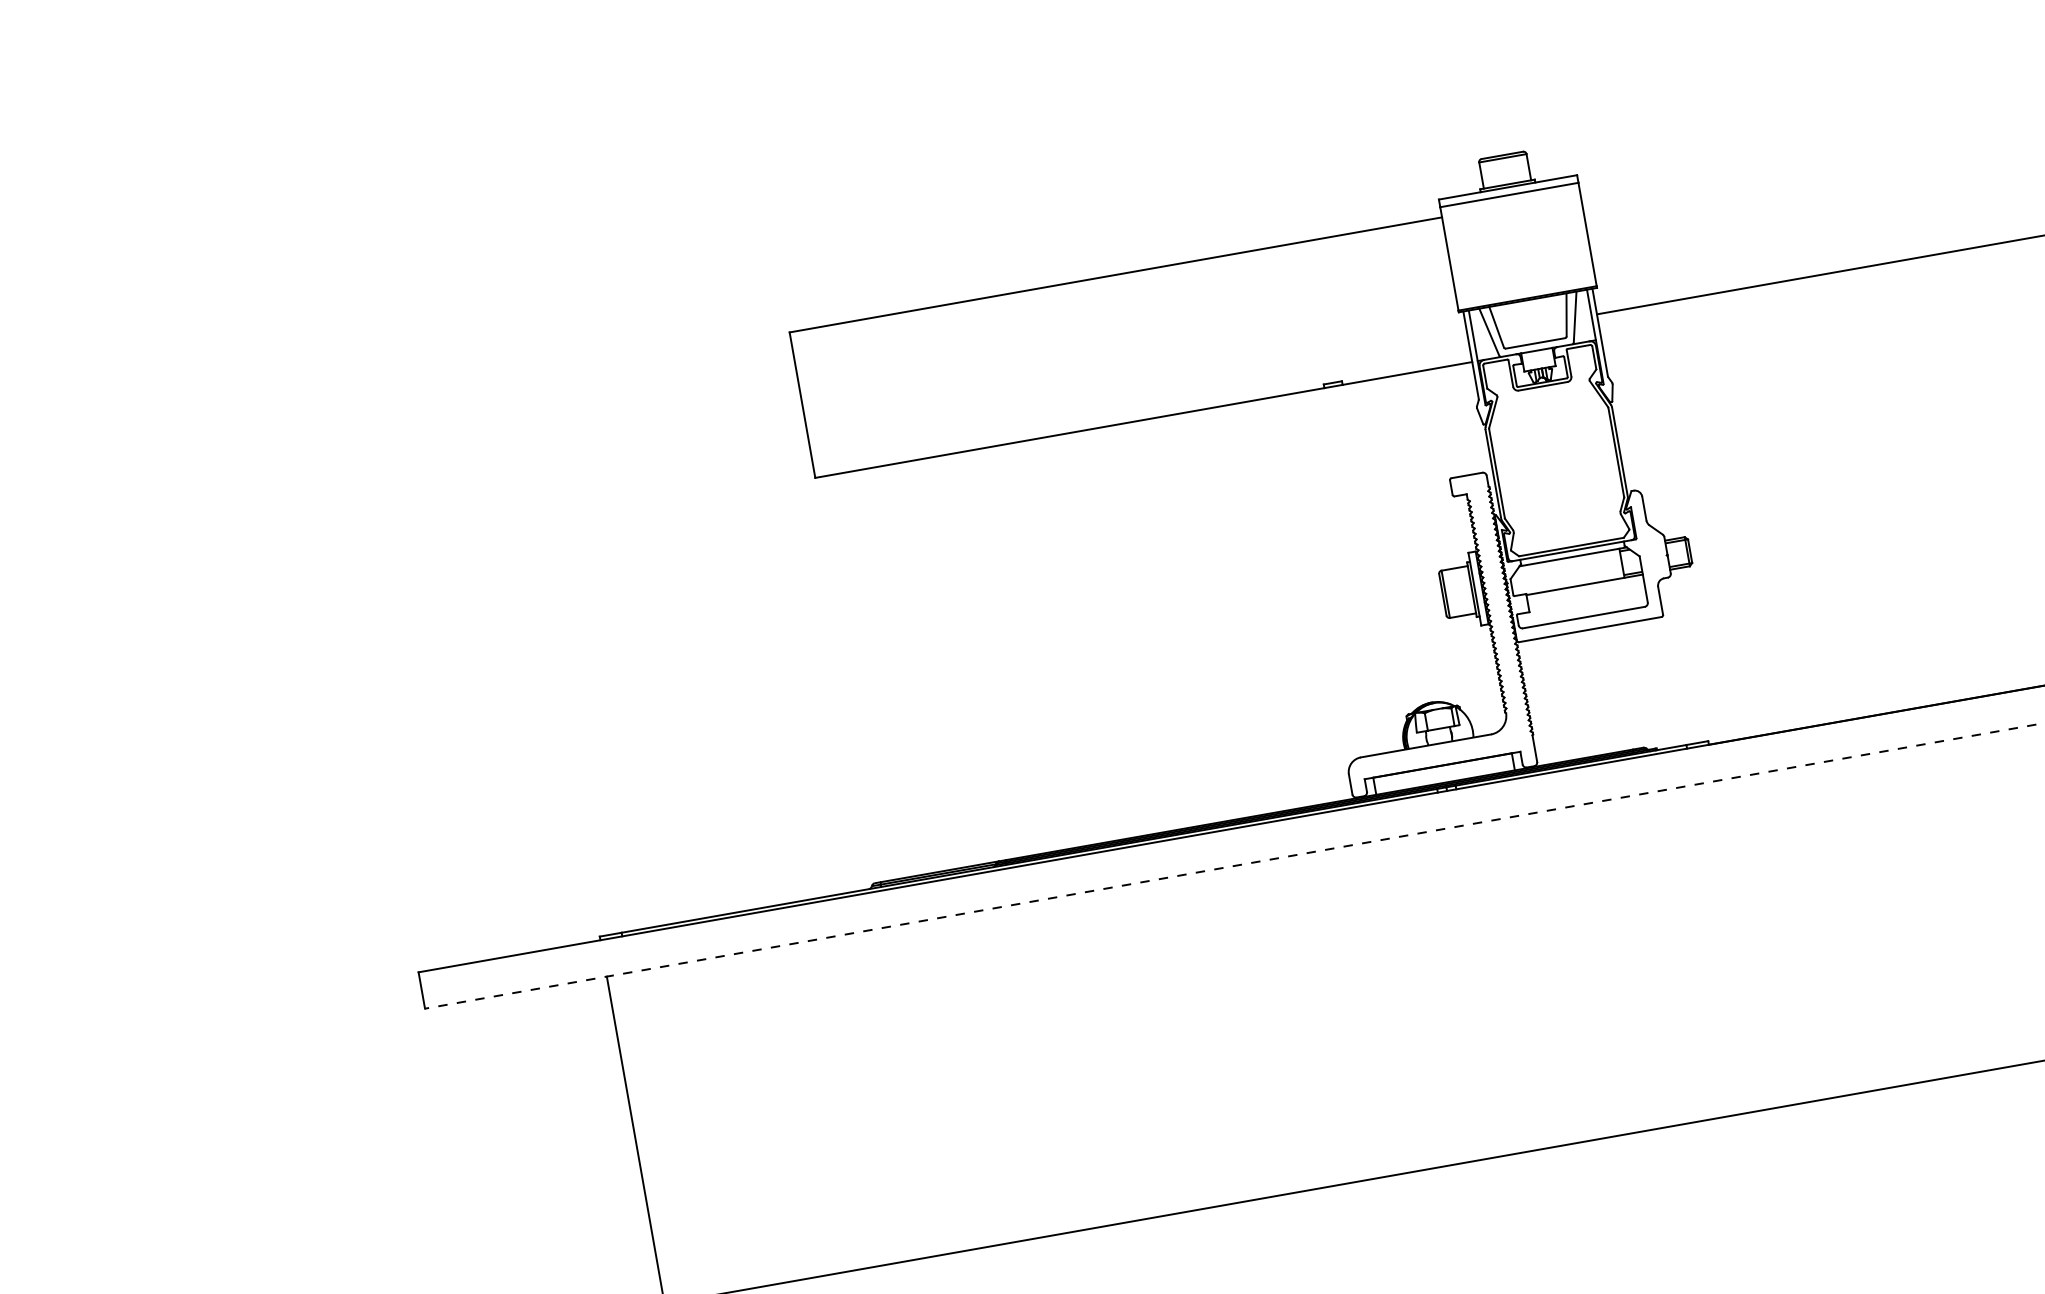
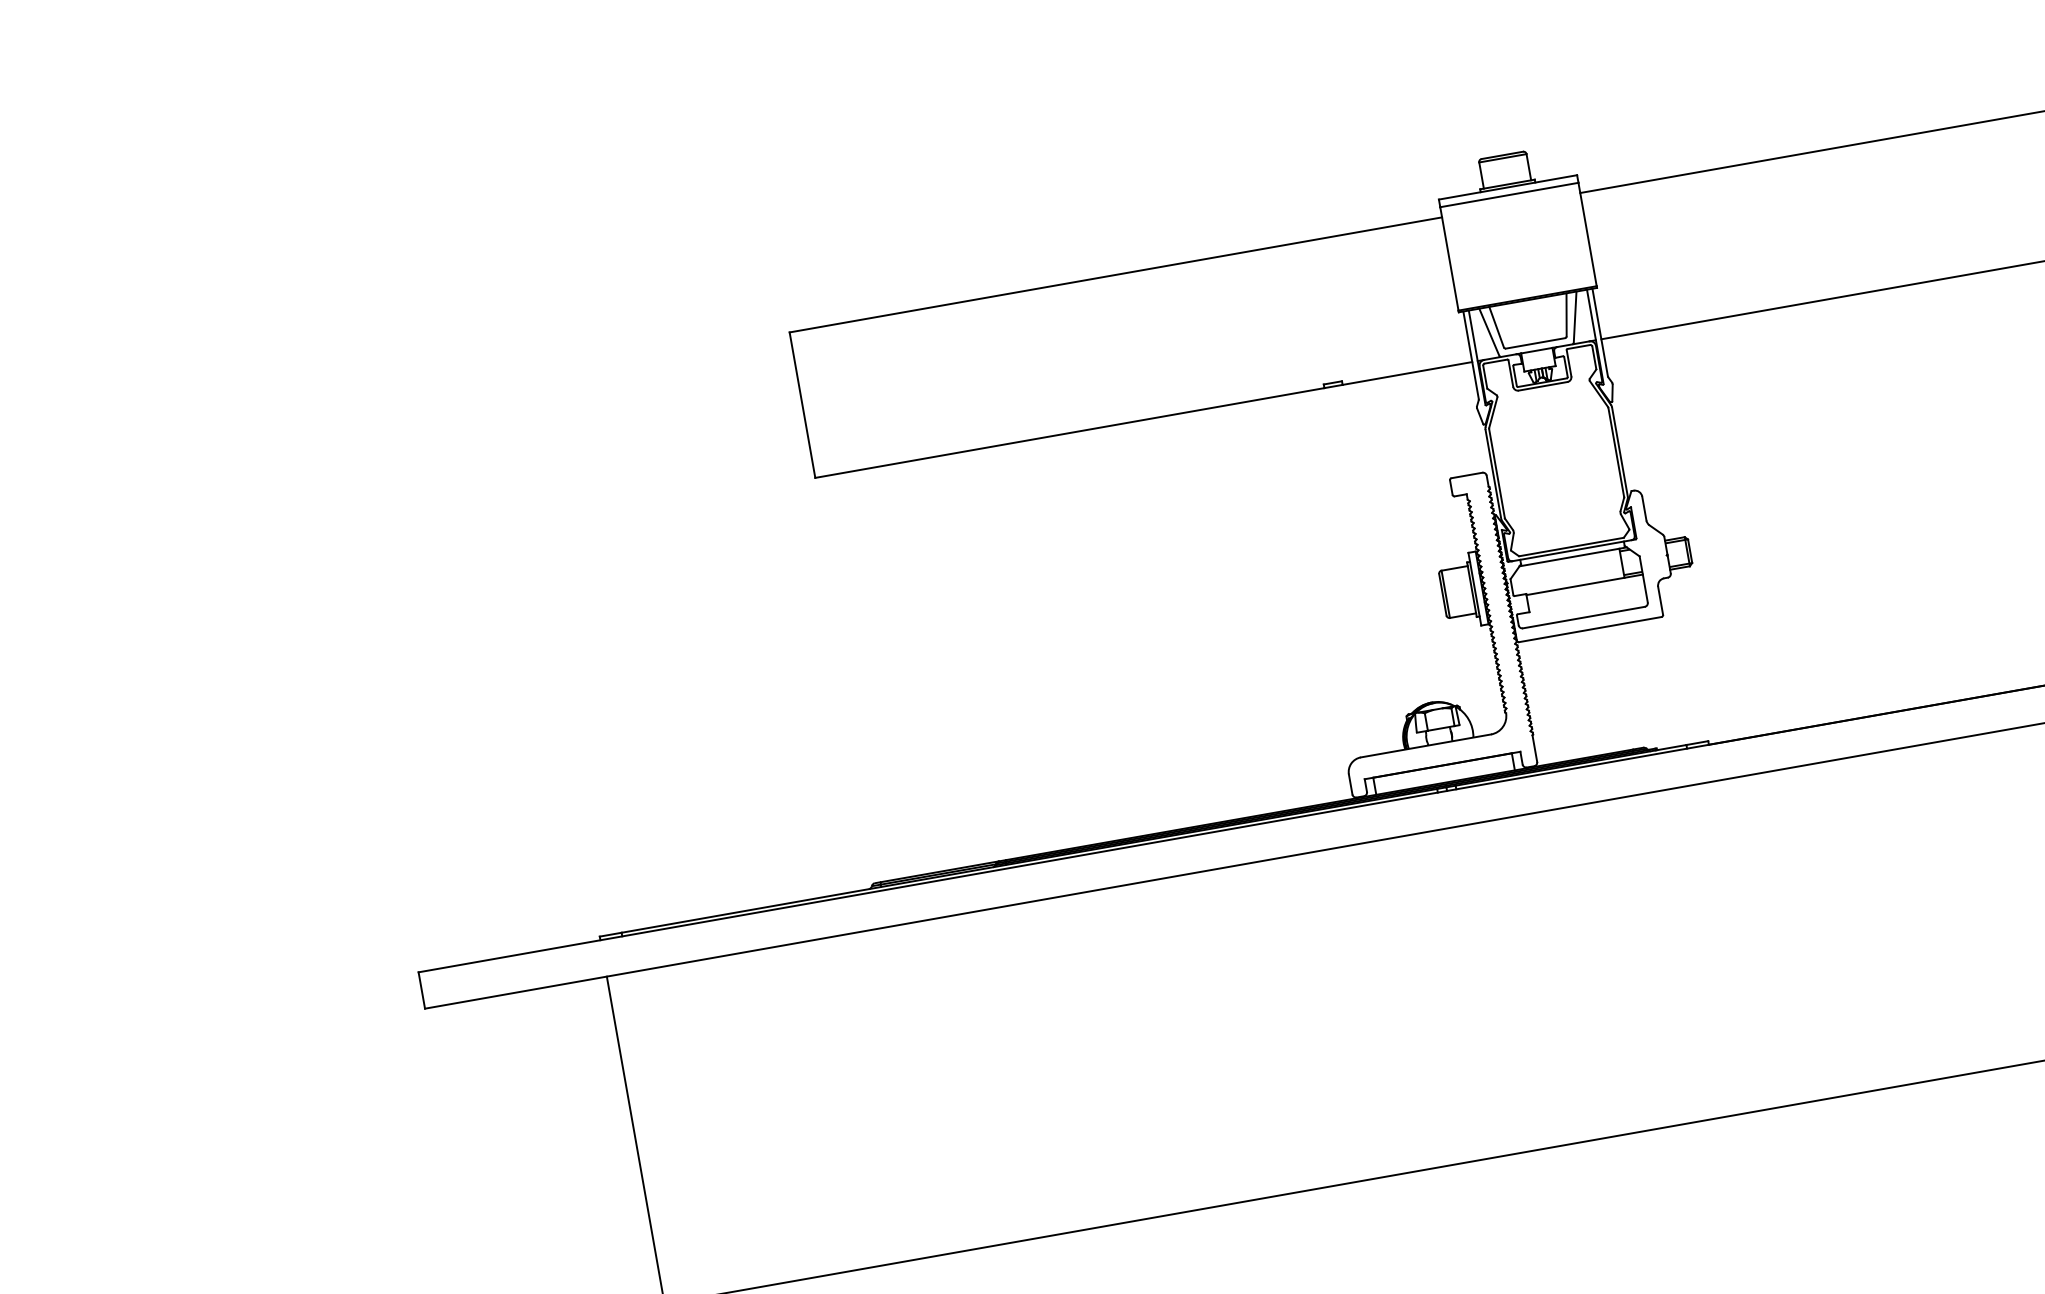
line at (1810, 152): none -> present
line at (1819, 274) position: (1819, 274) -> (1821, 300)
line at (1234, 865): dashed -> solid
